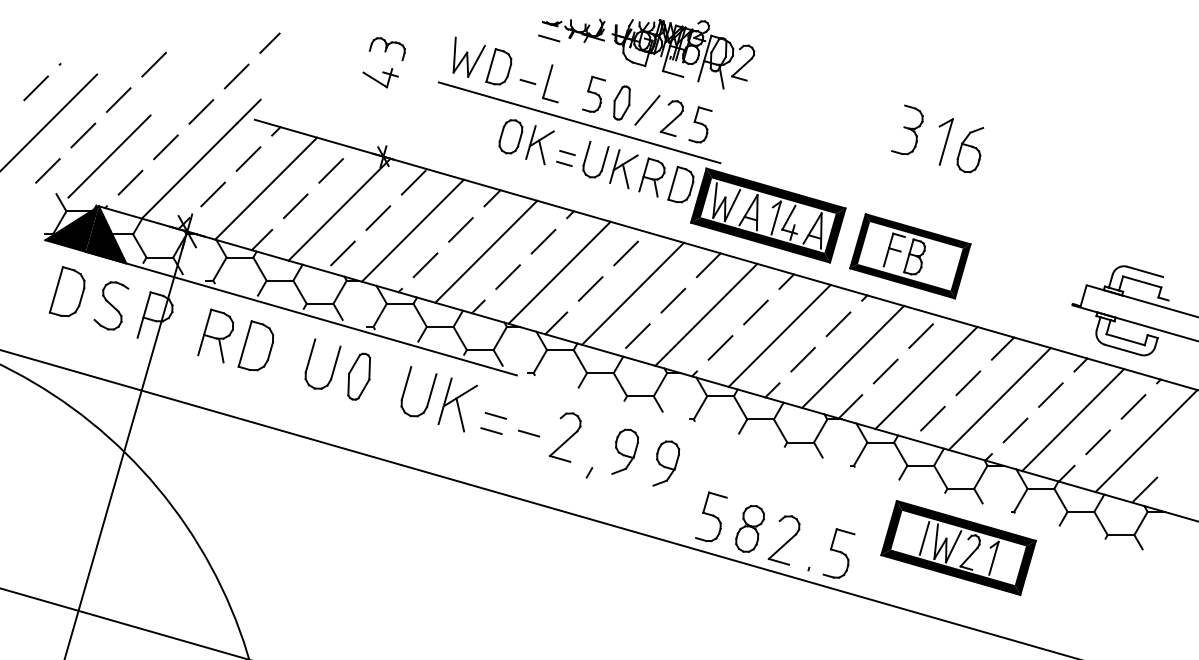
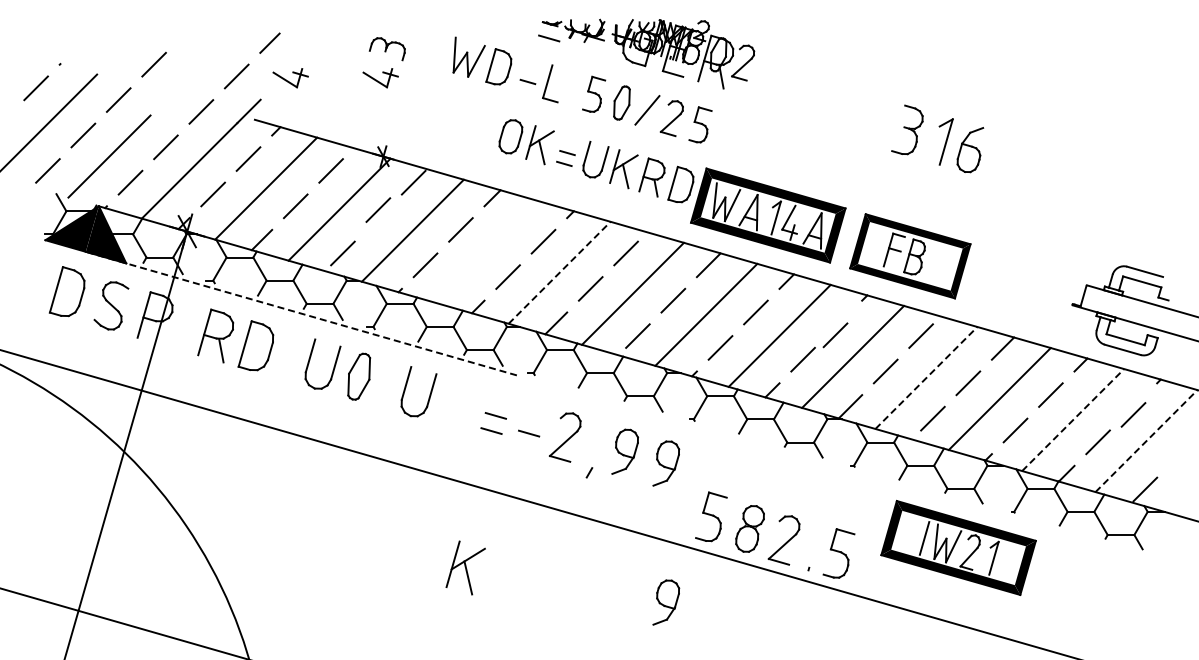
part at (290, 78): none -> present
line at (579, 122): present -> none
line at (378, 217) position: (378, 217) -> (378, 209)
line at (486, 251): present -> none
line at (559, 272): solid -> dashed
line at (300, 313): solid -> dashed
line at (838, 324) position: (838, 324) -> (835, 335)
line at (926, 377): solid -> dashed
part at (457, 404) position: (457, 404) -> (465, 567)
line at (1133, 406) position: (1133, 406) -> (1133, 414)
line at (1073, 419): solid -> dashed
line at (1146, 440): solid -> dashed
part at (666, 602): none -> present
